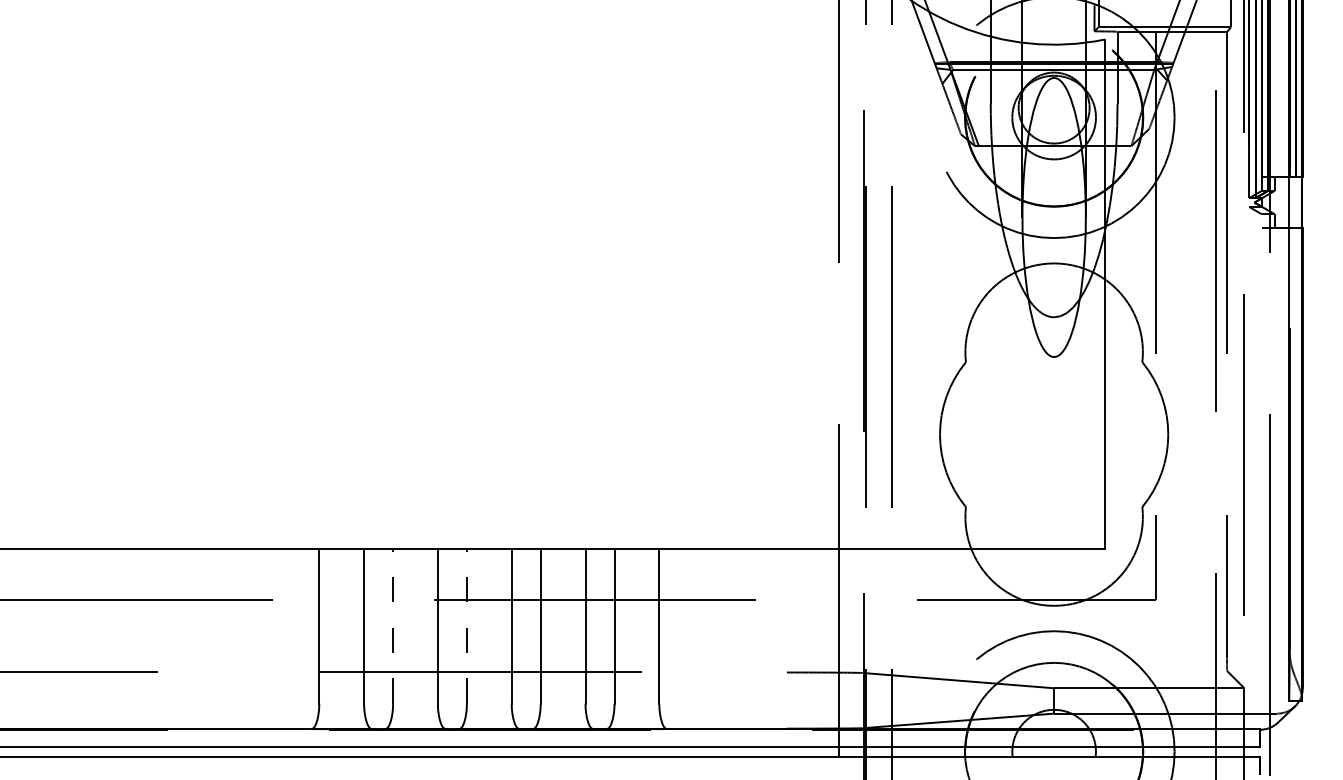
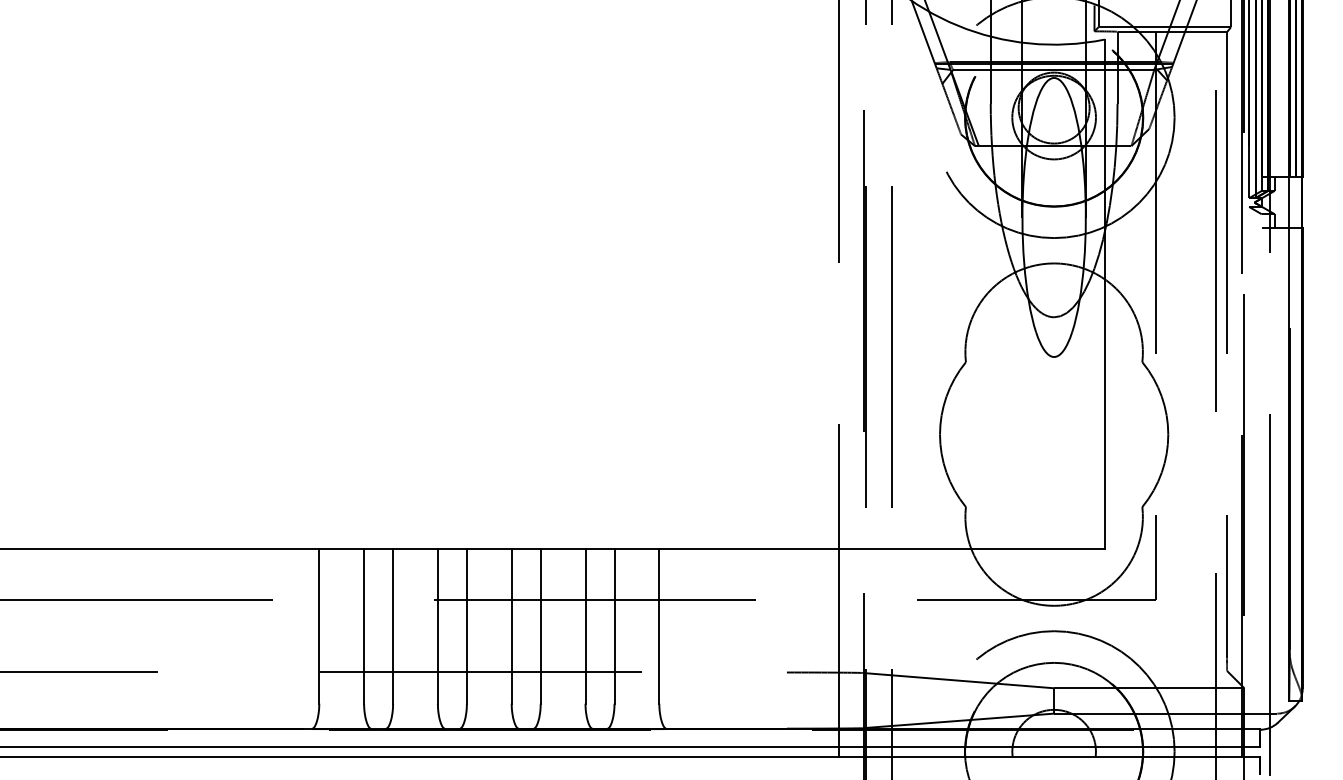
line at (1241, 389): none -> present
line at (393, 625): dashed -> solid
line at (466, 625): dashed -> solid
